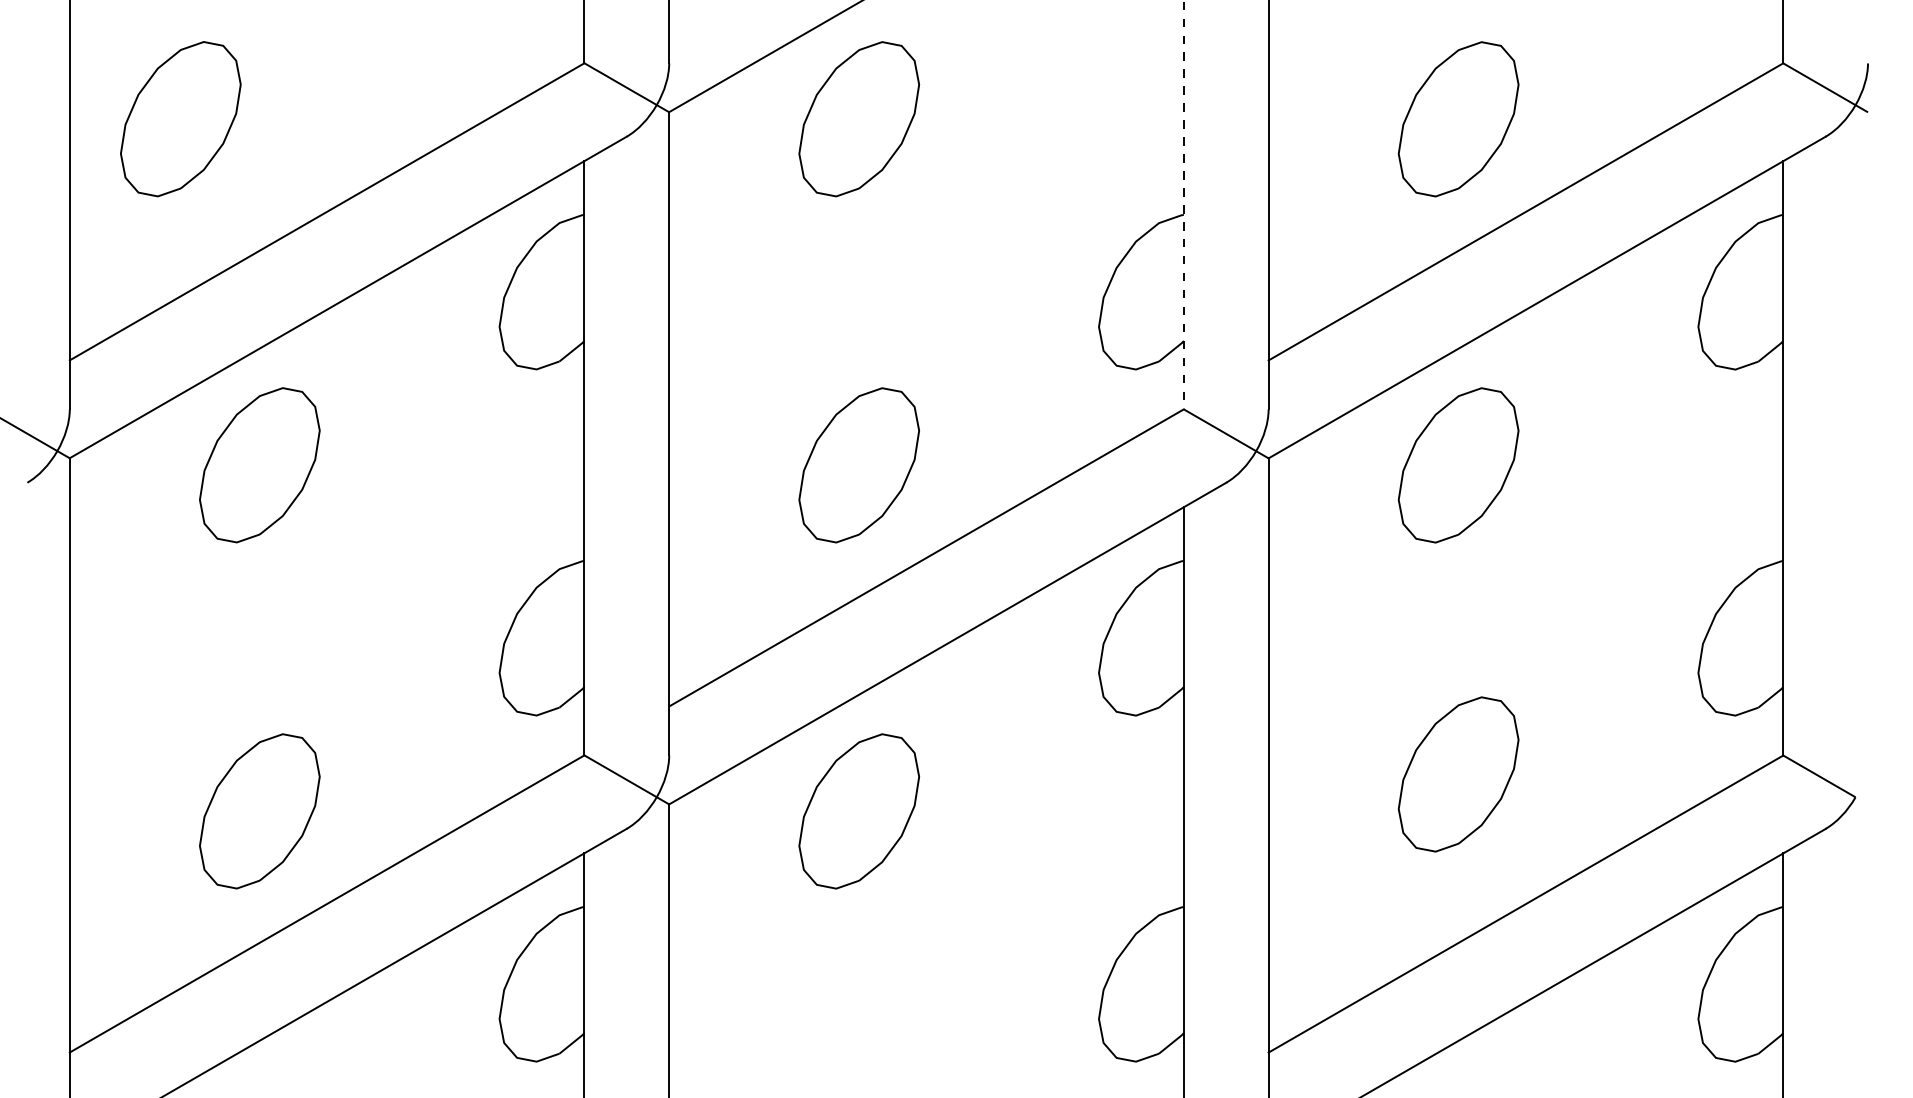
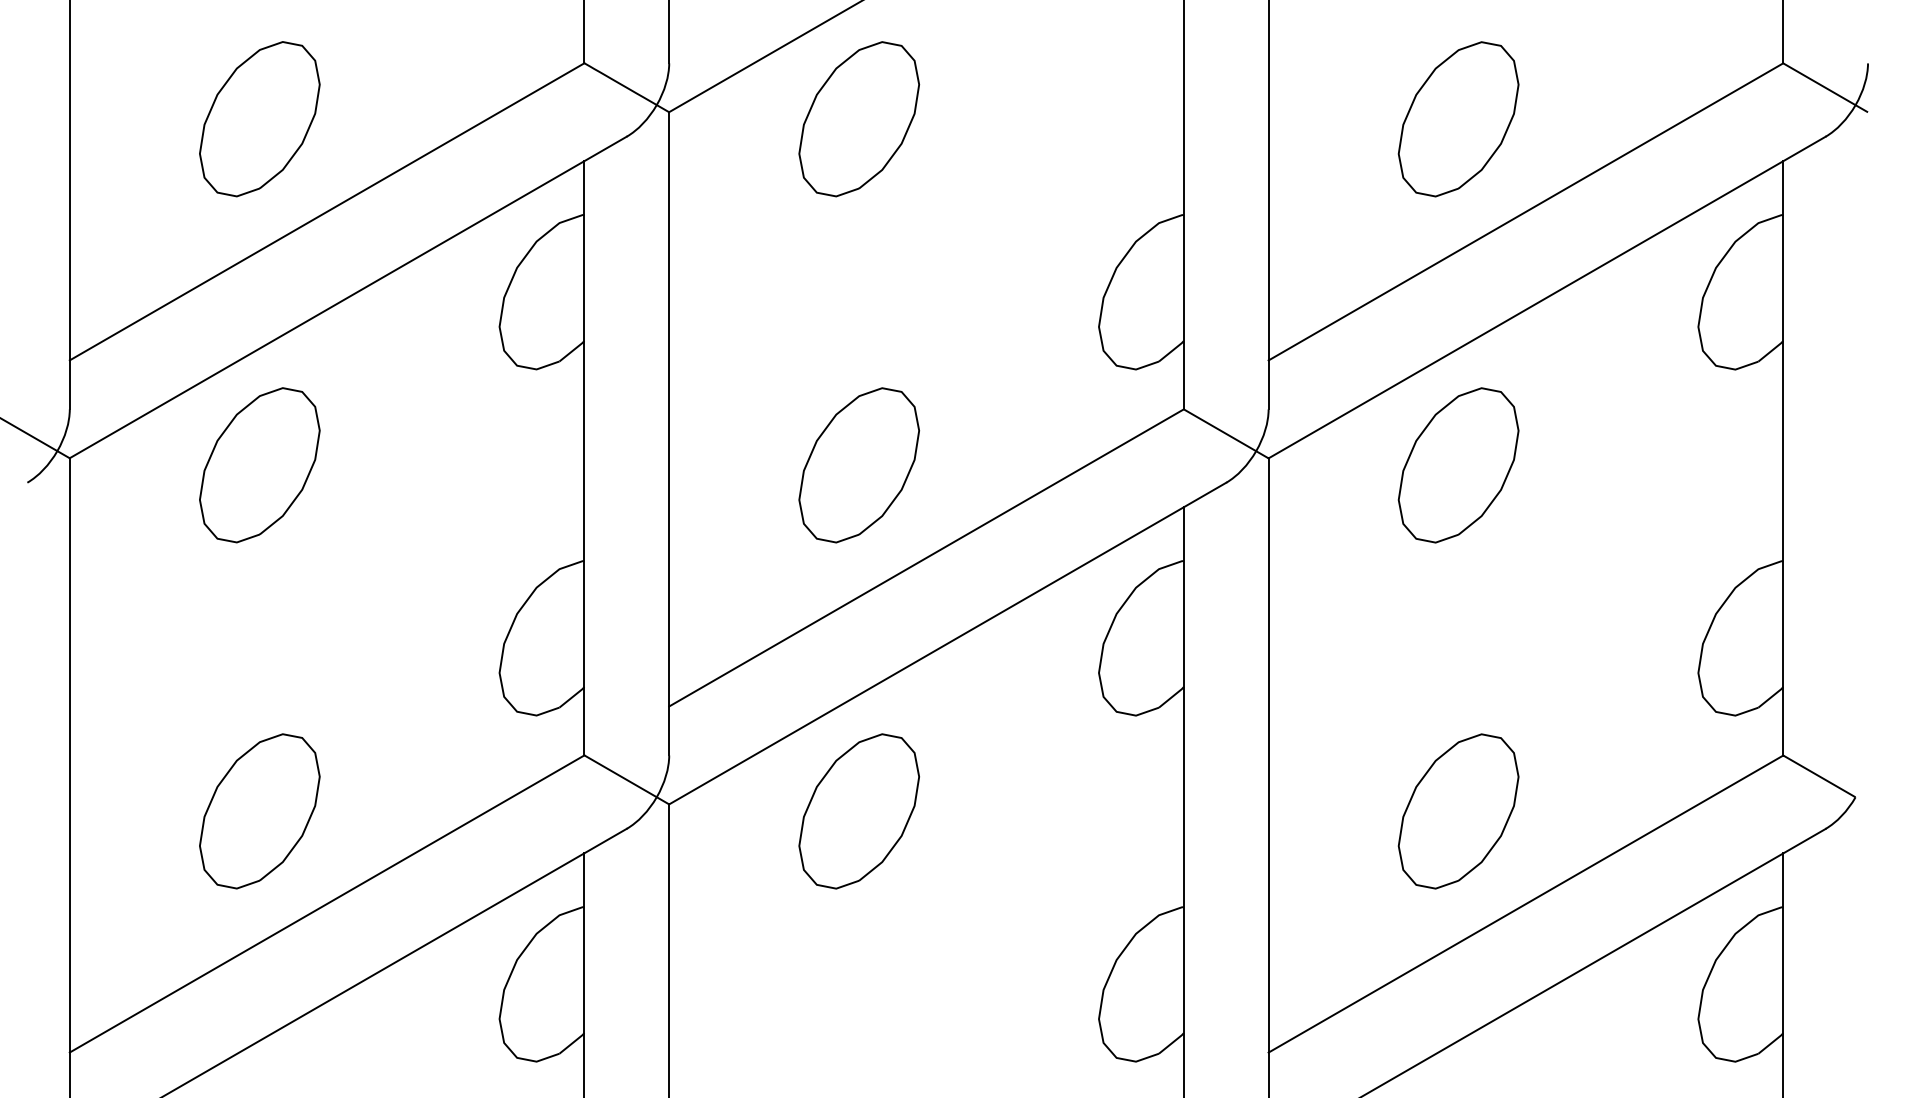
part at (180, 119) position: (180, 119) -> (259, 119)
line at (1183, 205): dashed -> solid
part at (1458, 774) position: (1458, 774) -> (1458, 811)
